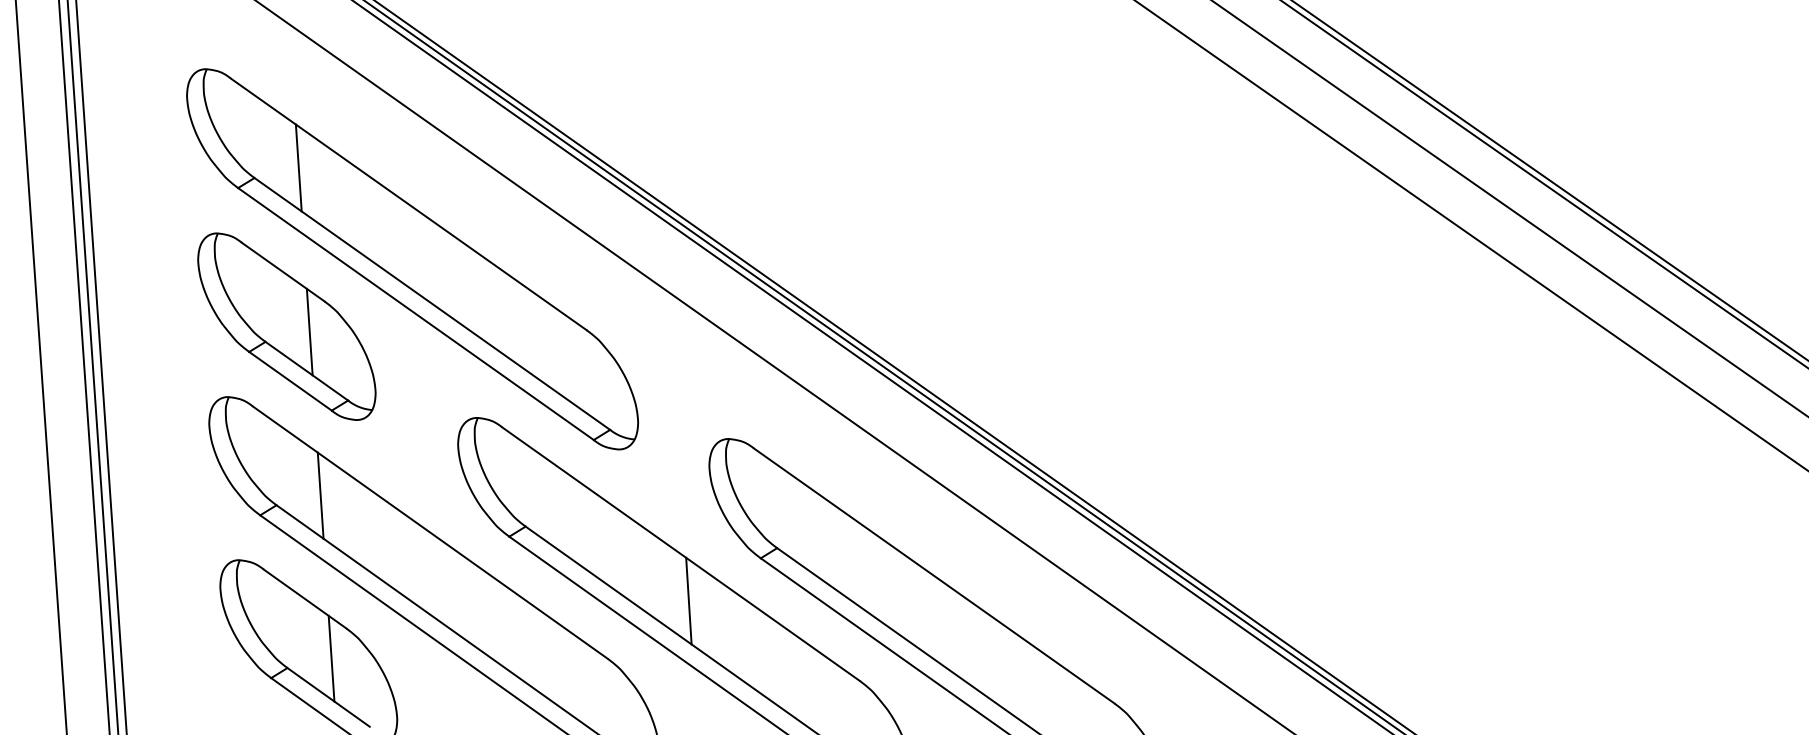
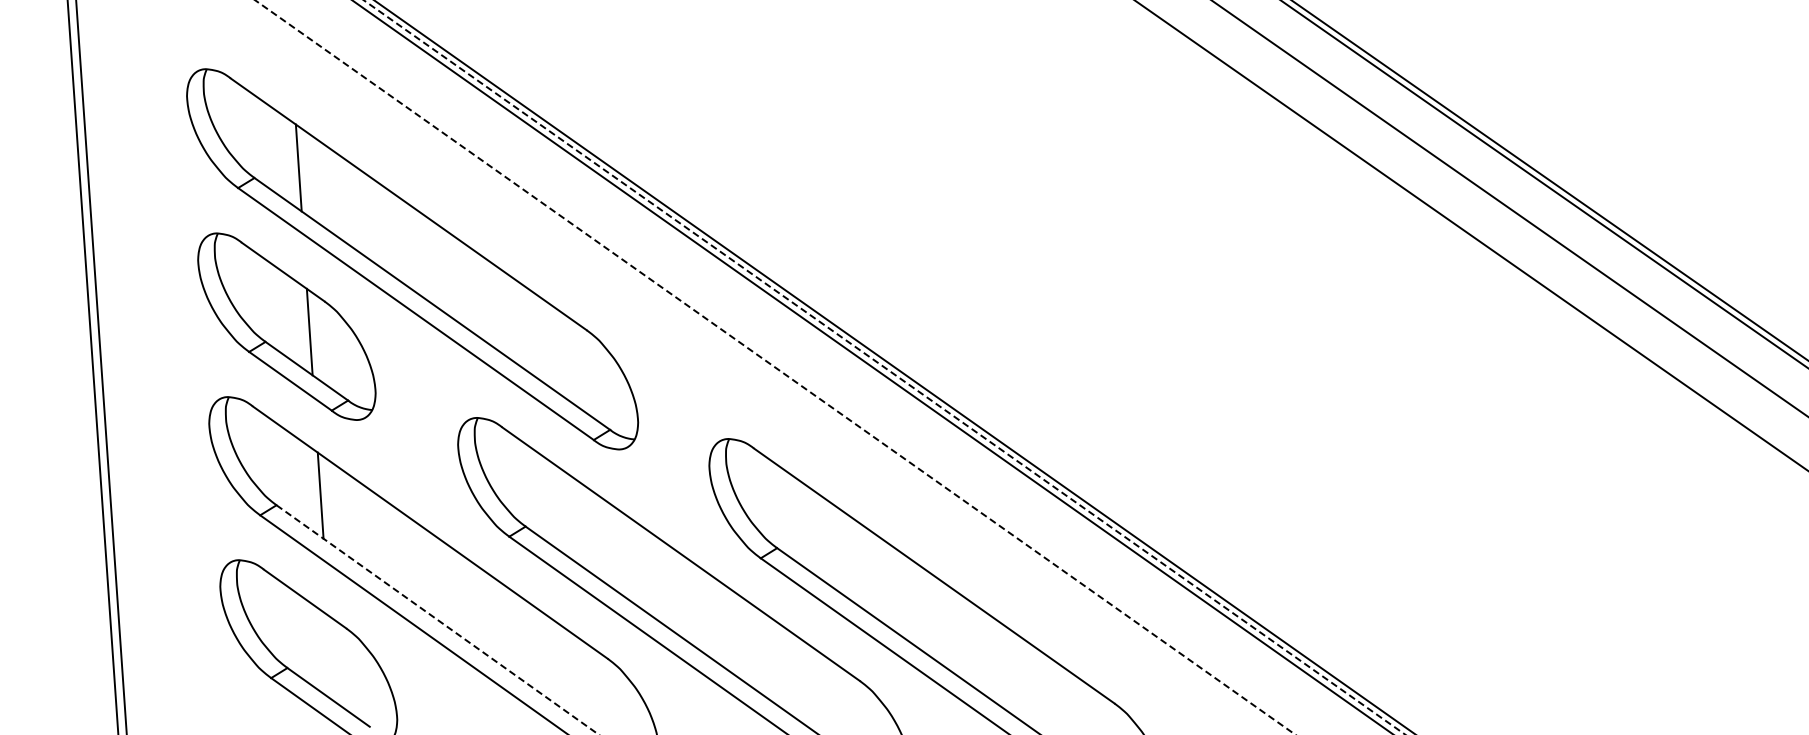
line at (40, 366): present -> none
line at (84, 366): present -> none
line at (775, 367): solid -> dashed
line at (884, 367): solid -> dashed
line at (688, 600): present -> none
line at (437, 619): solid -> dashed
line at (331, 658): present -> none
